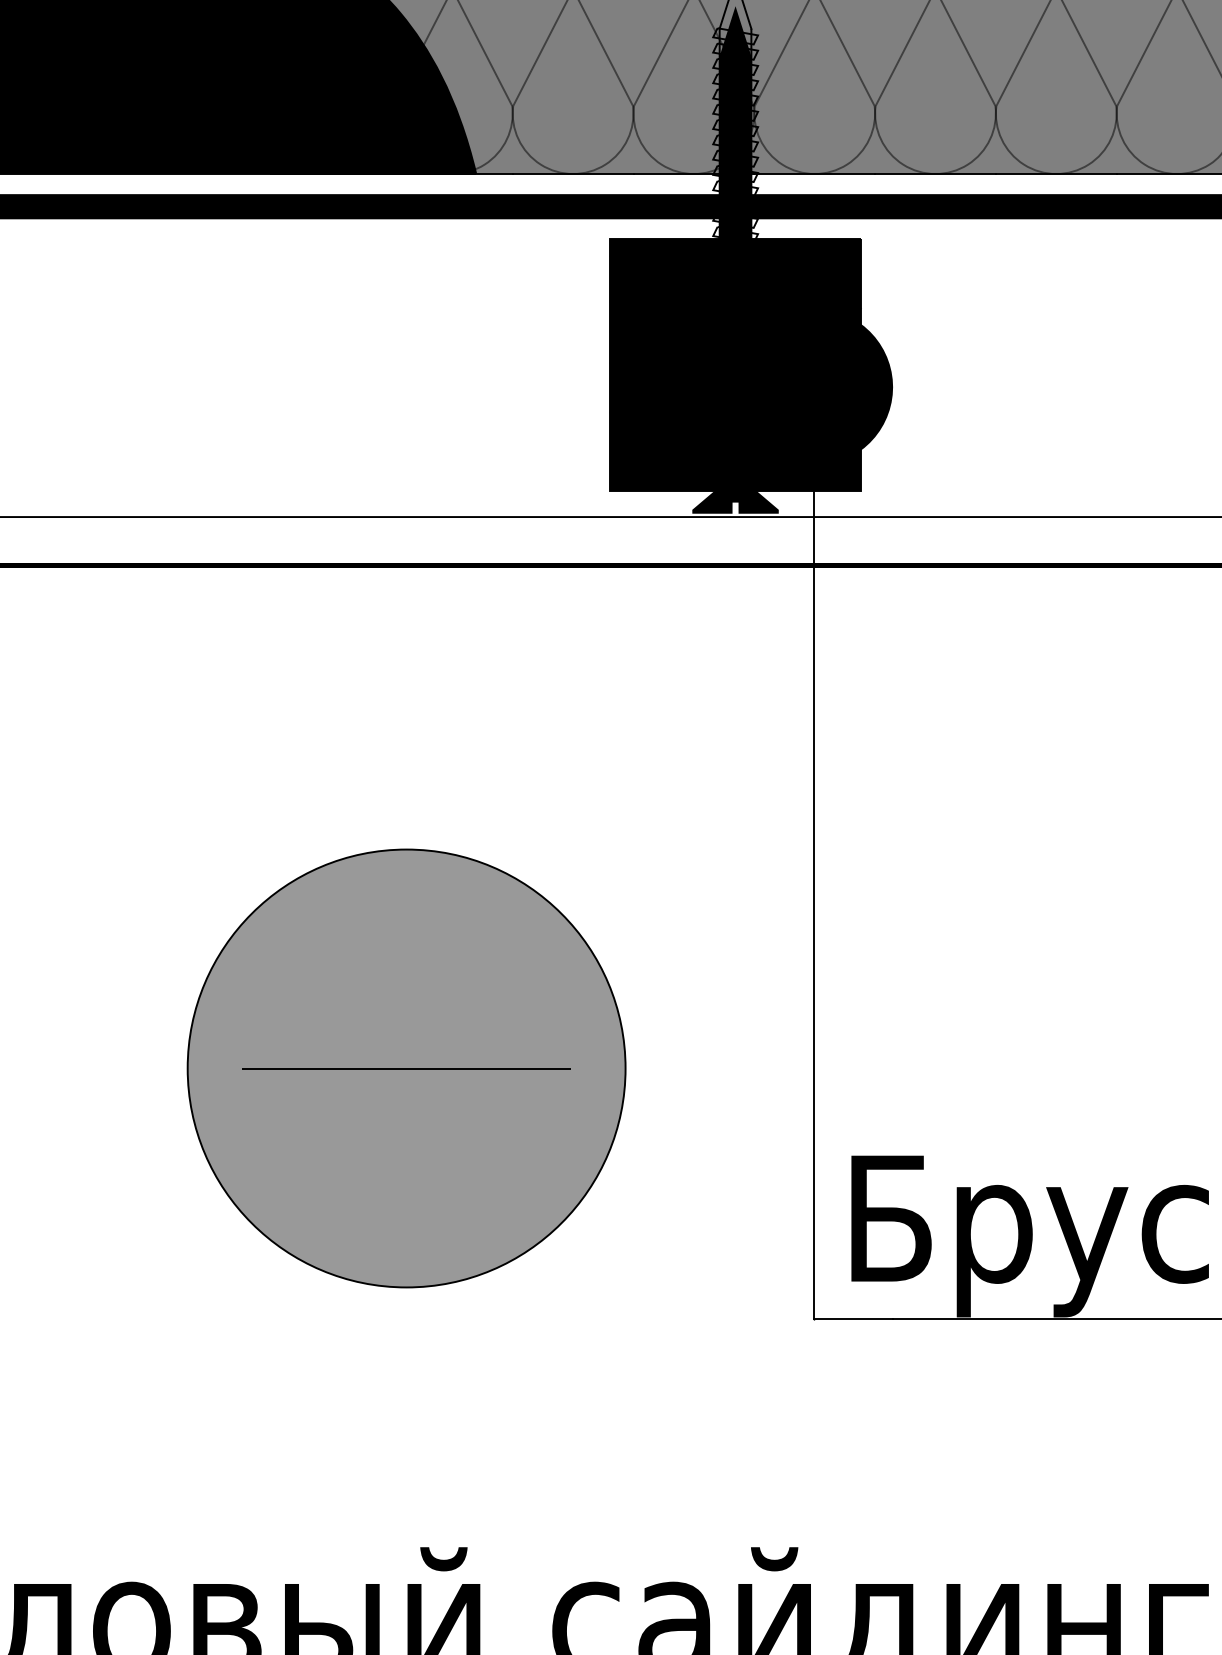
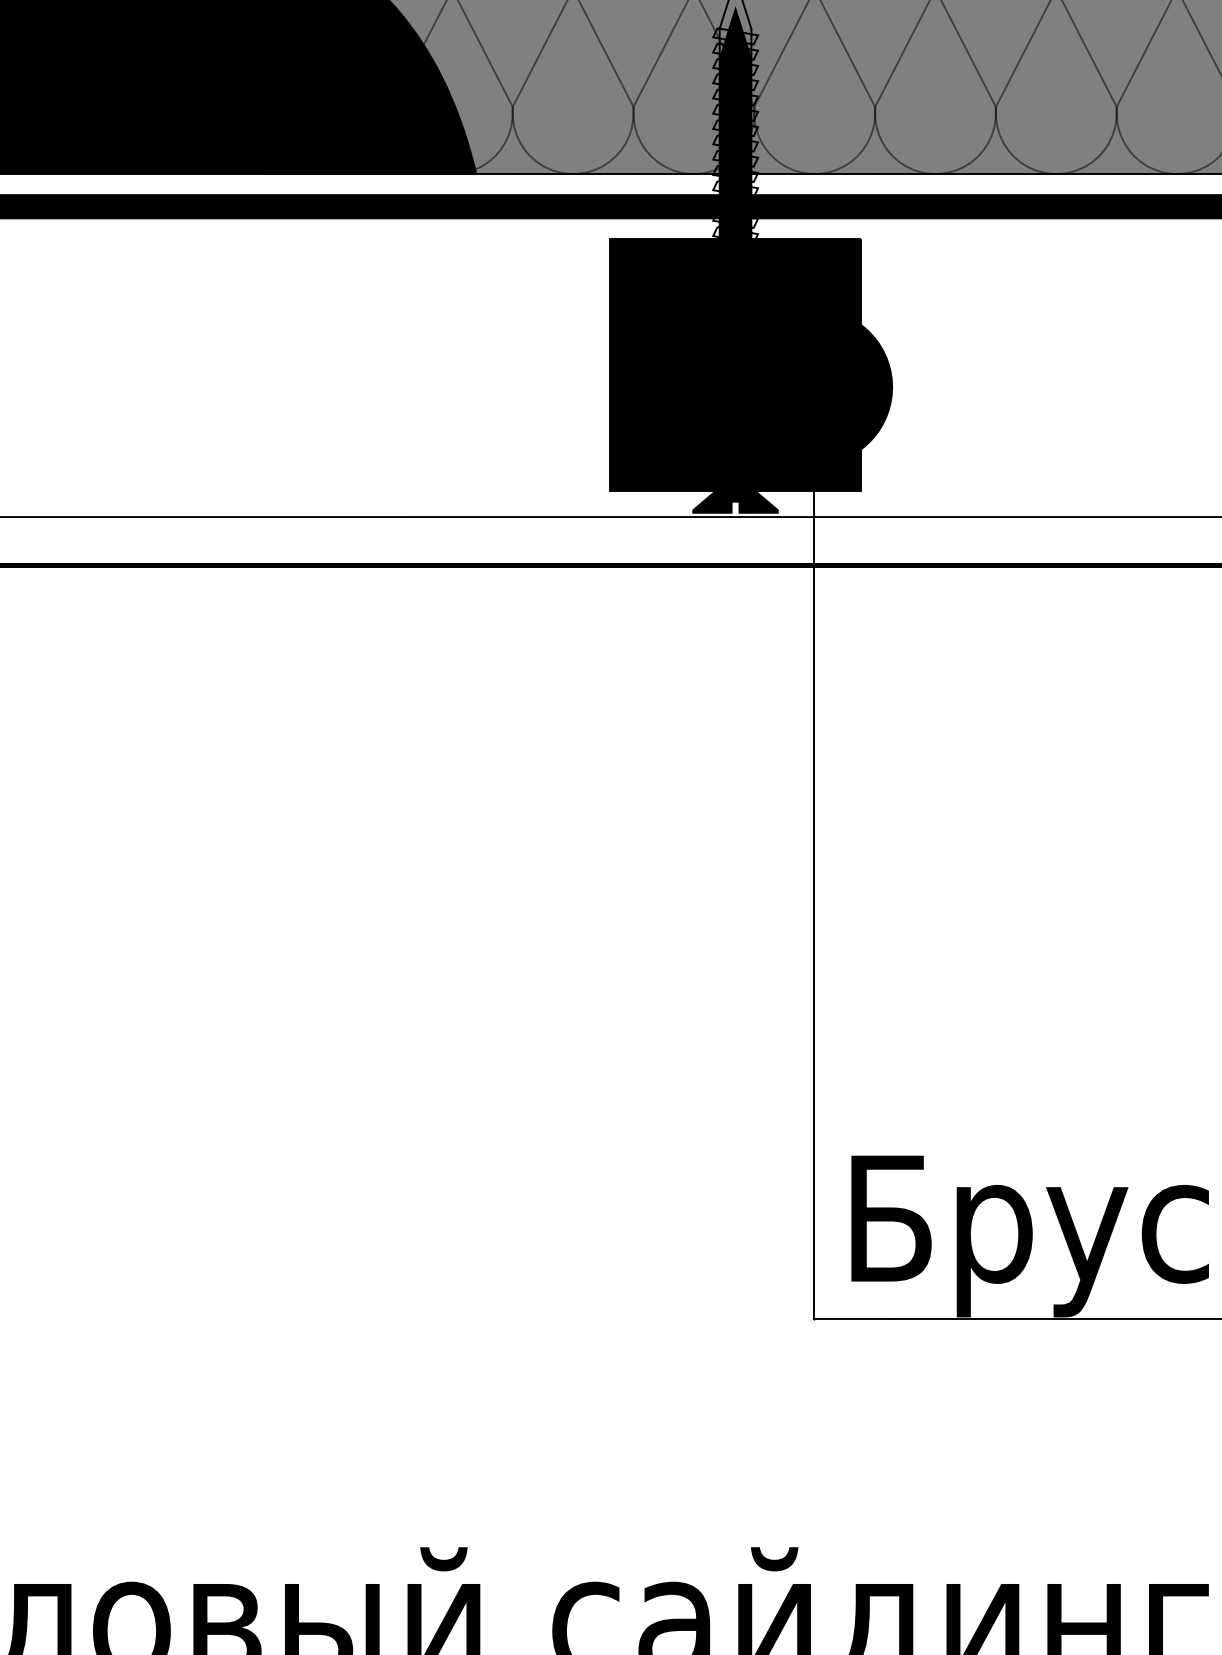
part at (406, 1068): present -> none
